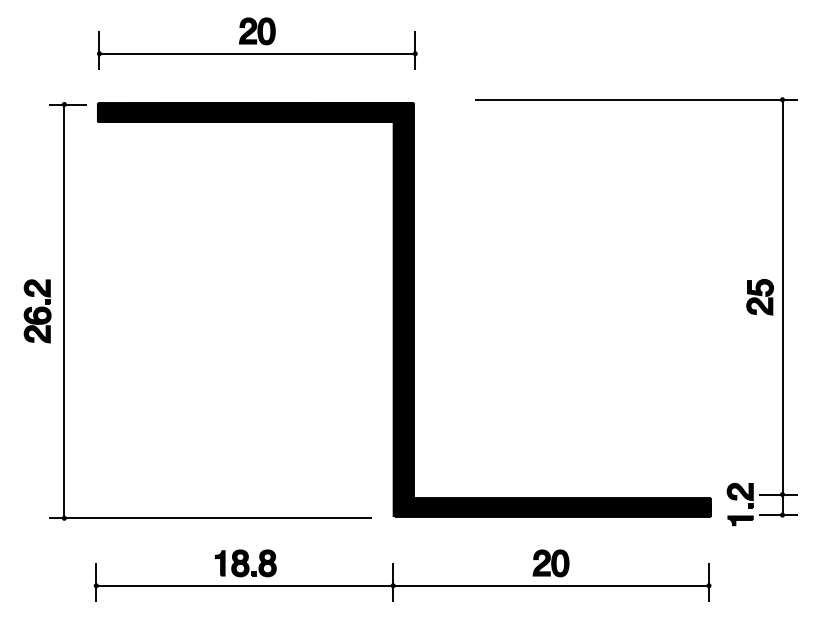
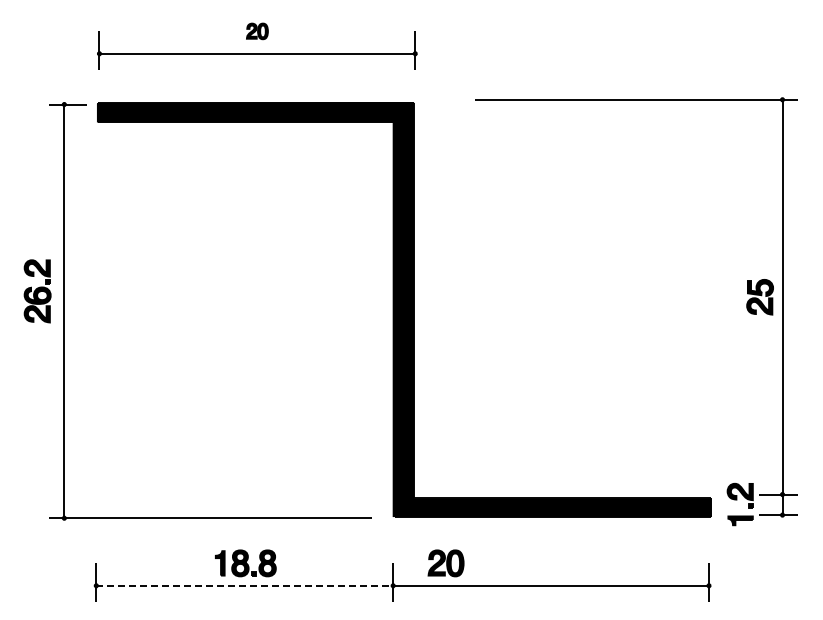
part at (257, 31) size: 37x29 px -> 23x19 px
part at (37, 311) position: (37, 311) -> (37, 291)
part at (550, 563) position: (550, 563) -> (445, 563)
line at (245, 585): solid -> dashed
